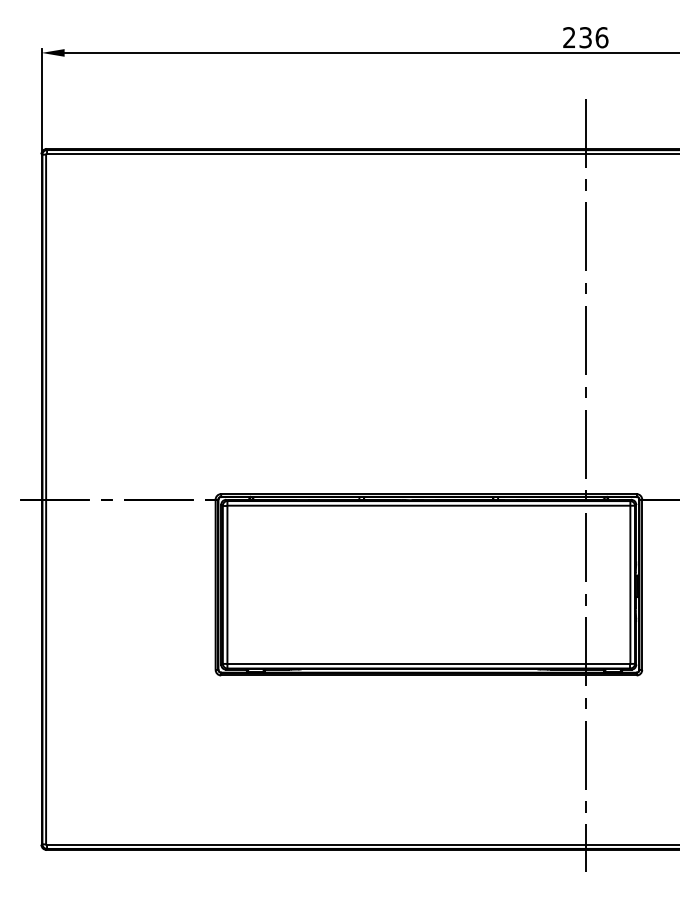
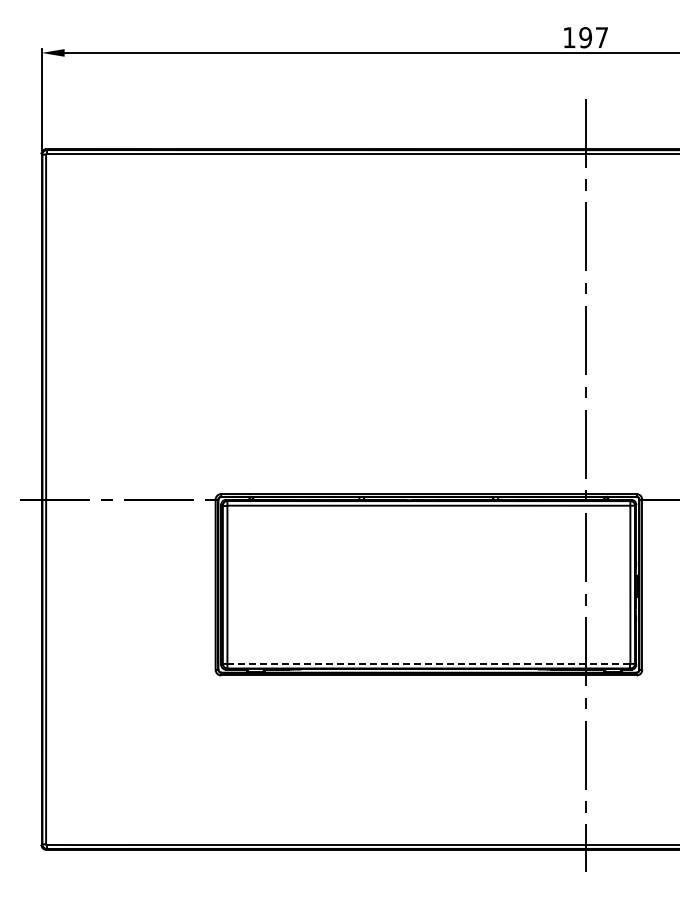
text at (585, 37): 236 -> 197
line at (429, 663): solid -> dashed
